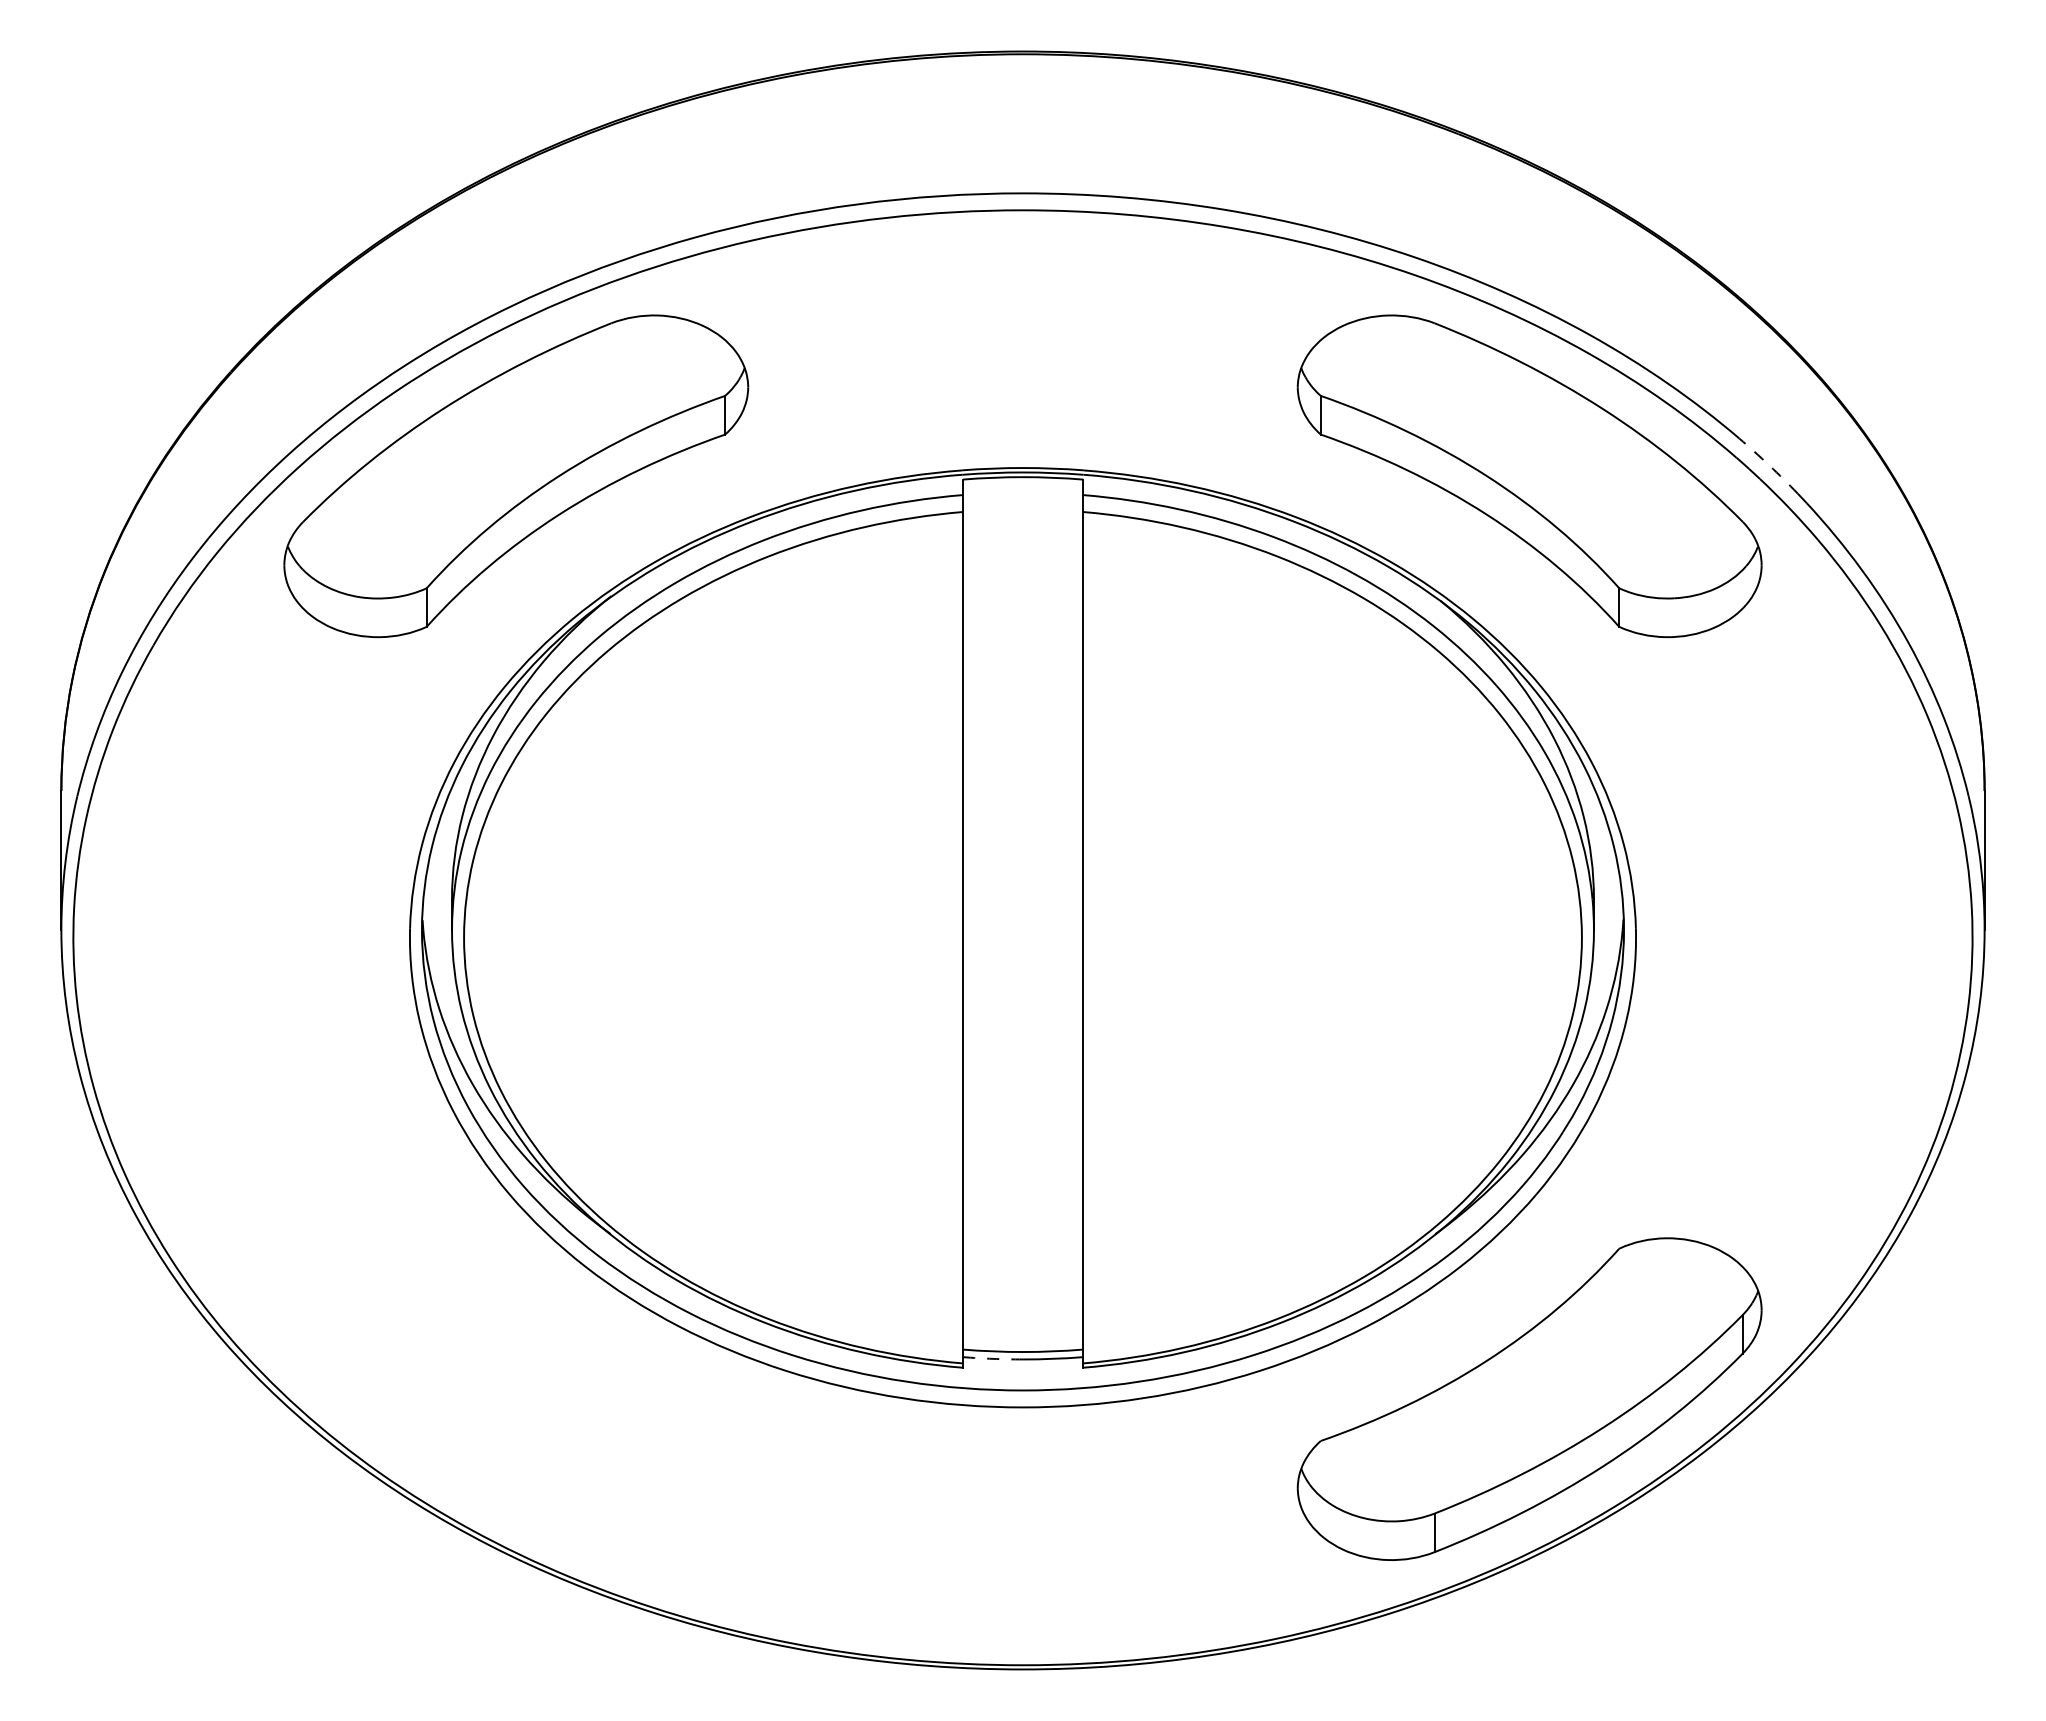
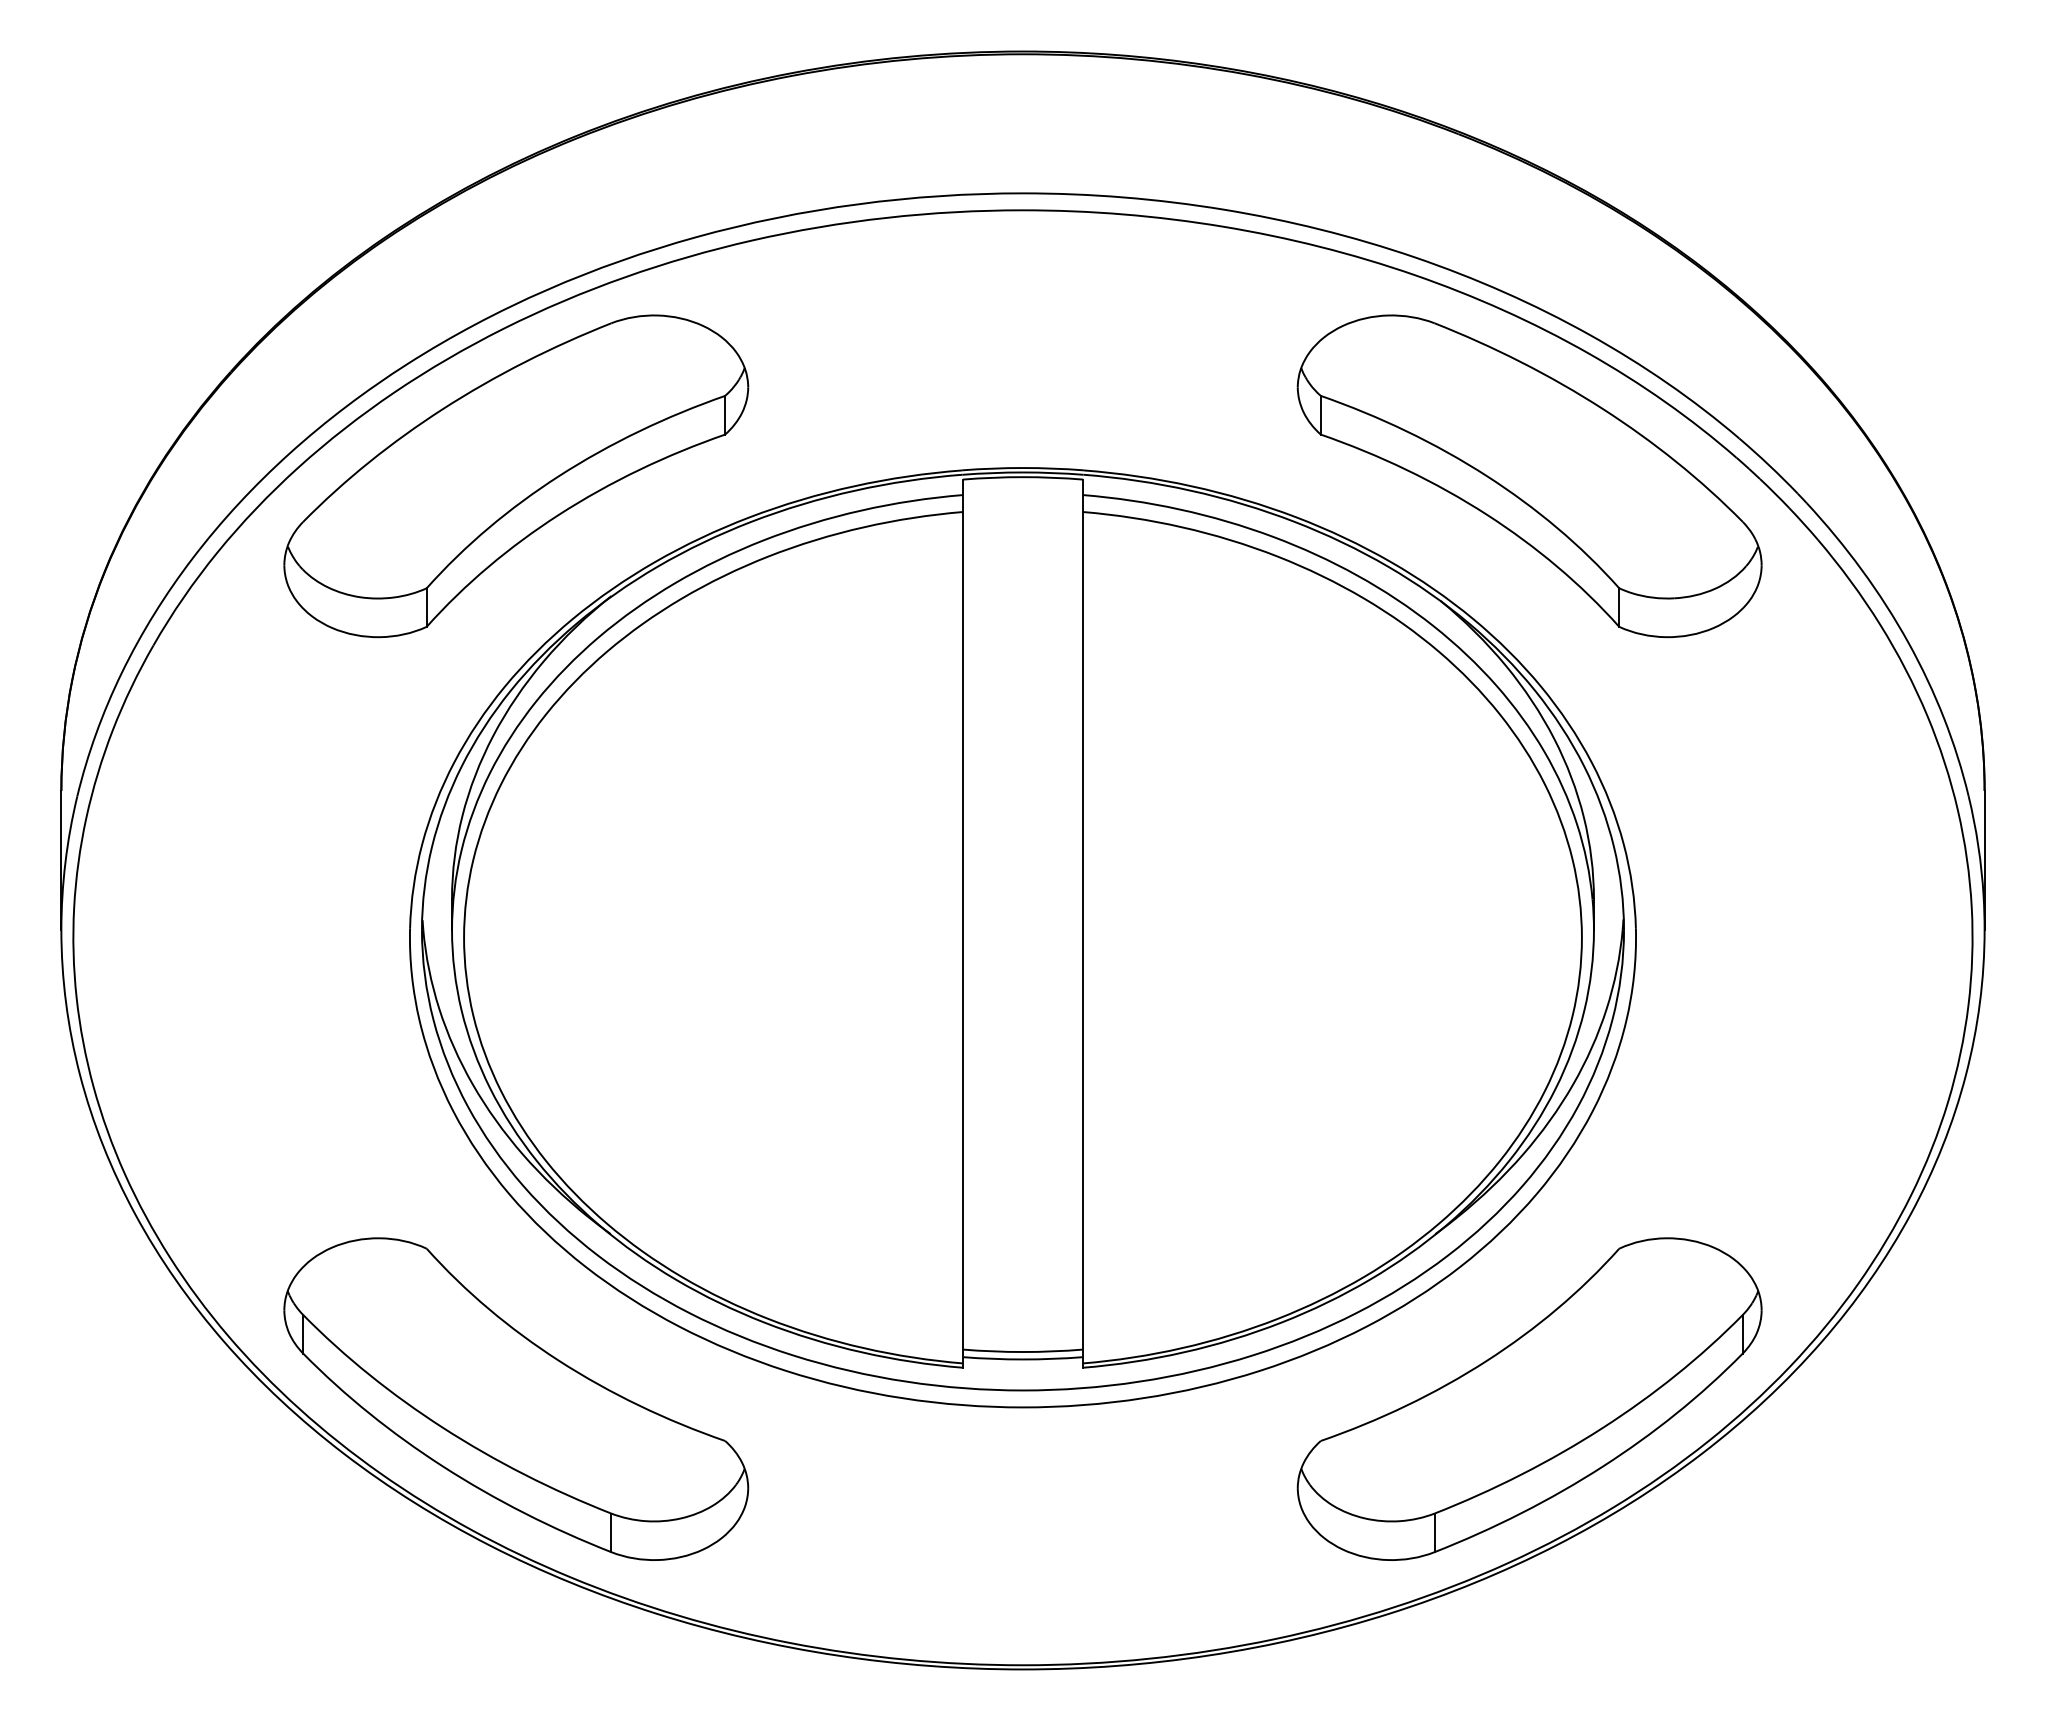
arc at (1769, 465): dashed -> solid
arc at (993, 1358): dashed -> solid
part at (516, 1398): none -> present
